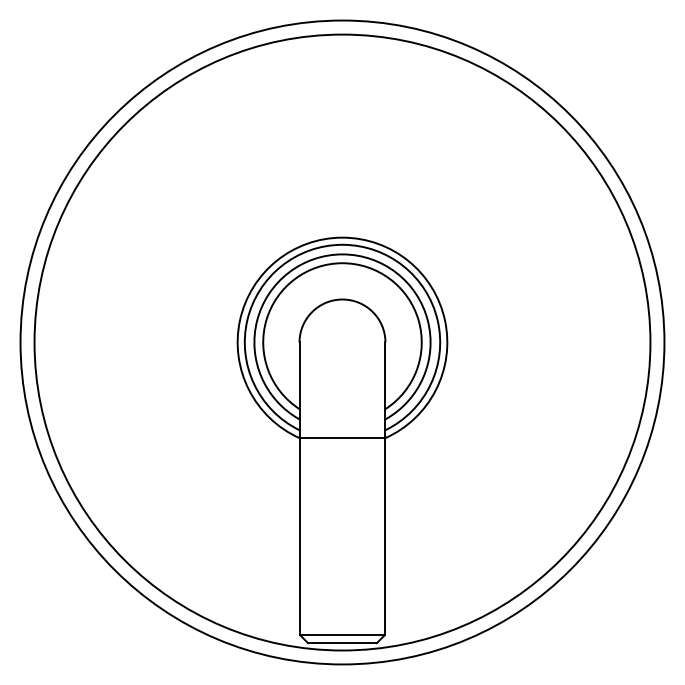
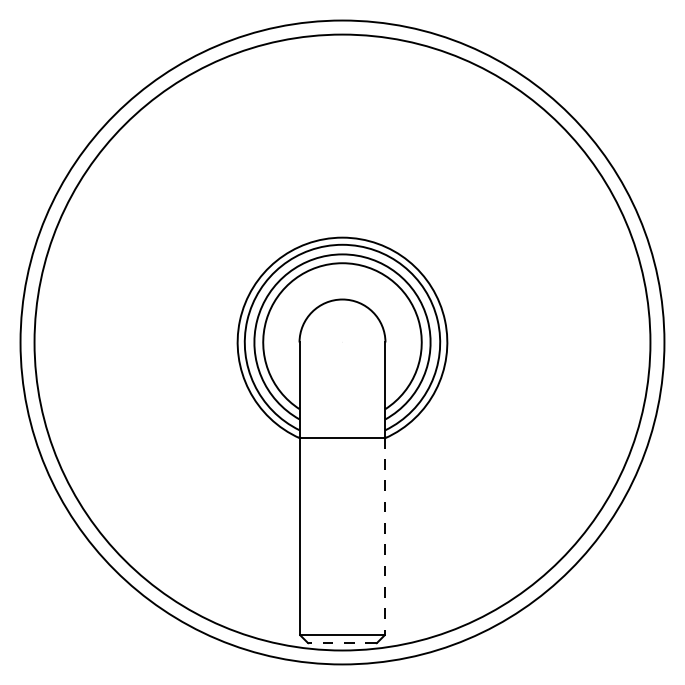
line at (385, 536): solid -> dashed
line at (341, 643): solid -> dashed
